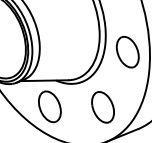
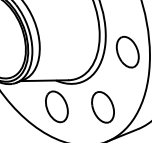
part at (49, 106) position: (49, 106) -> (56, 106)
